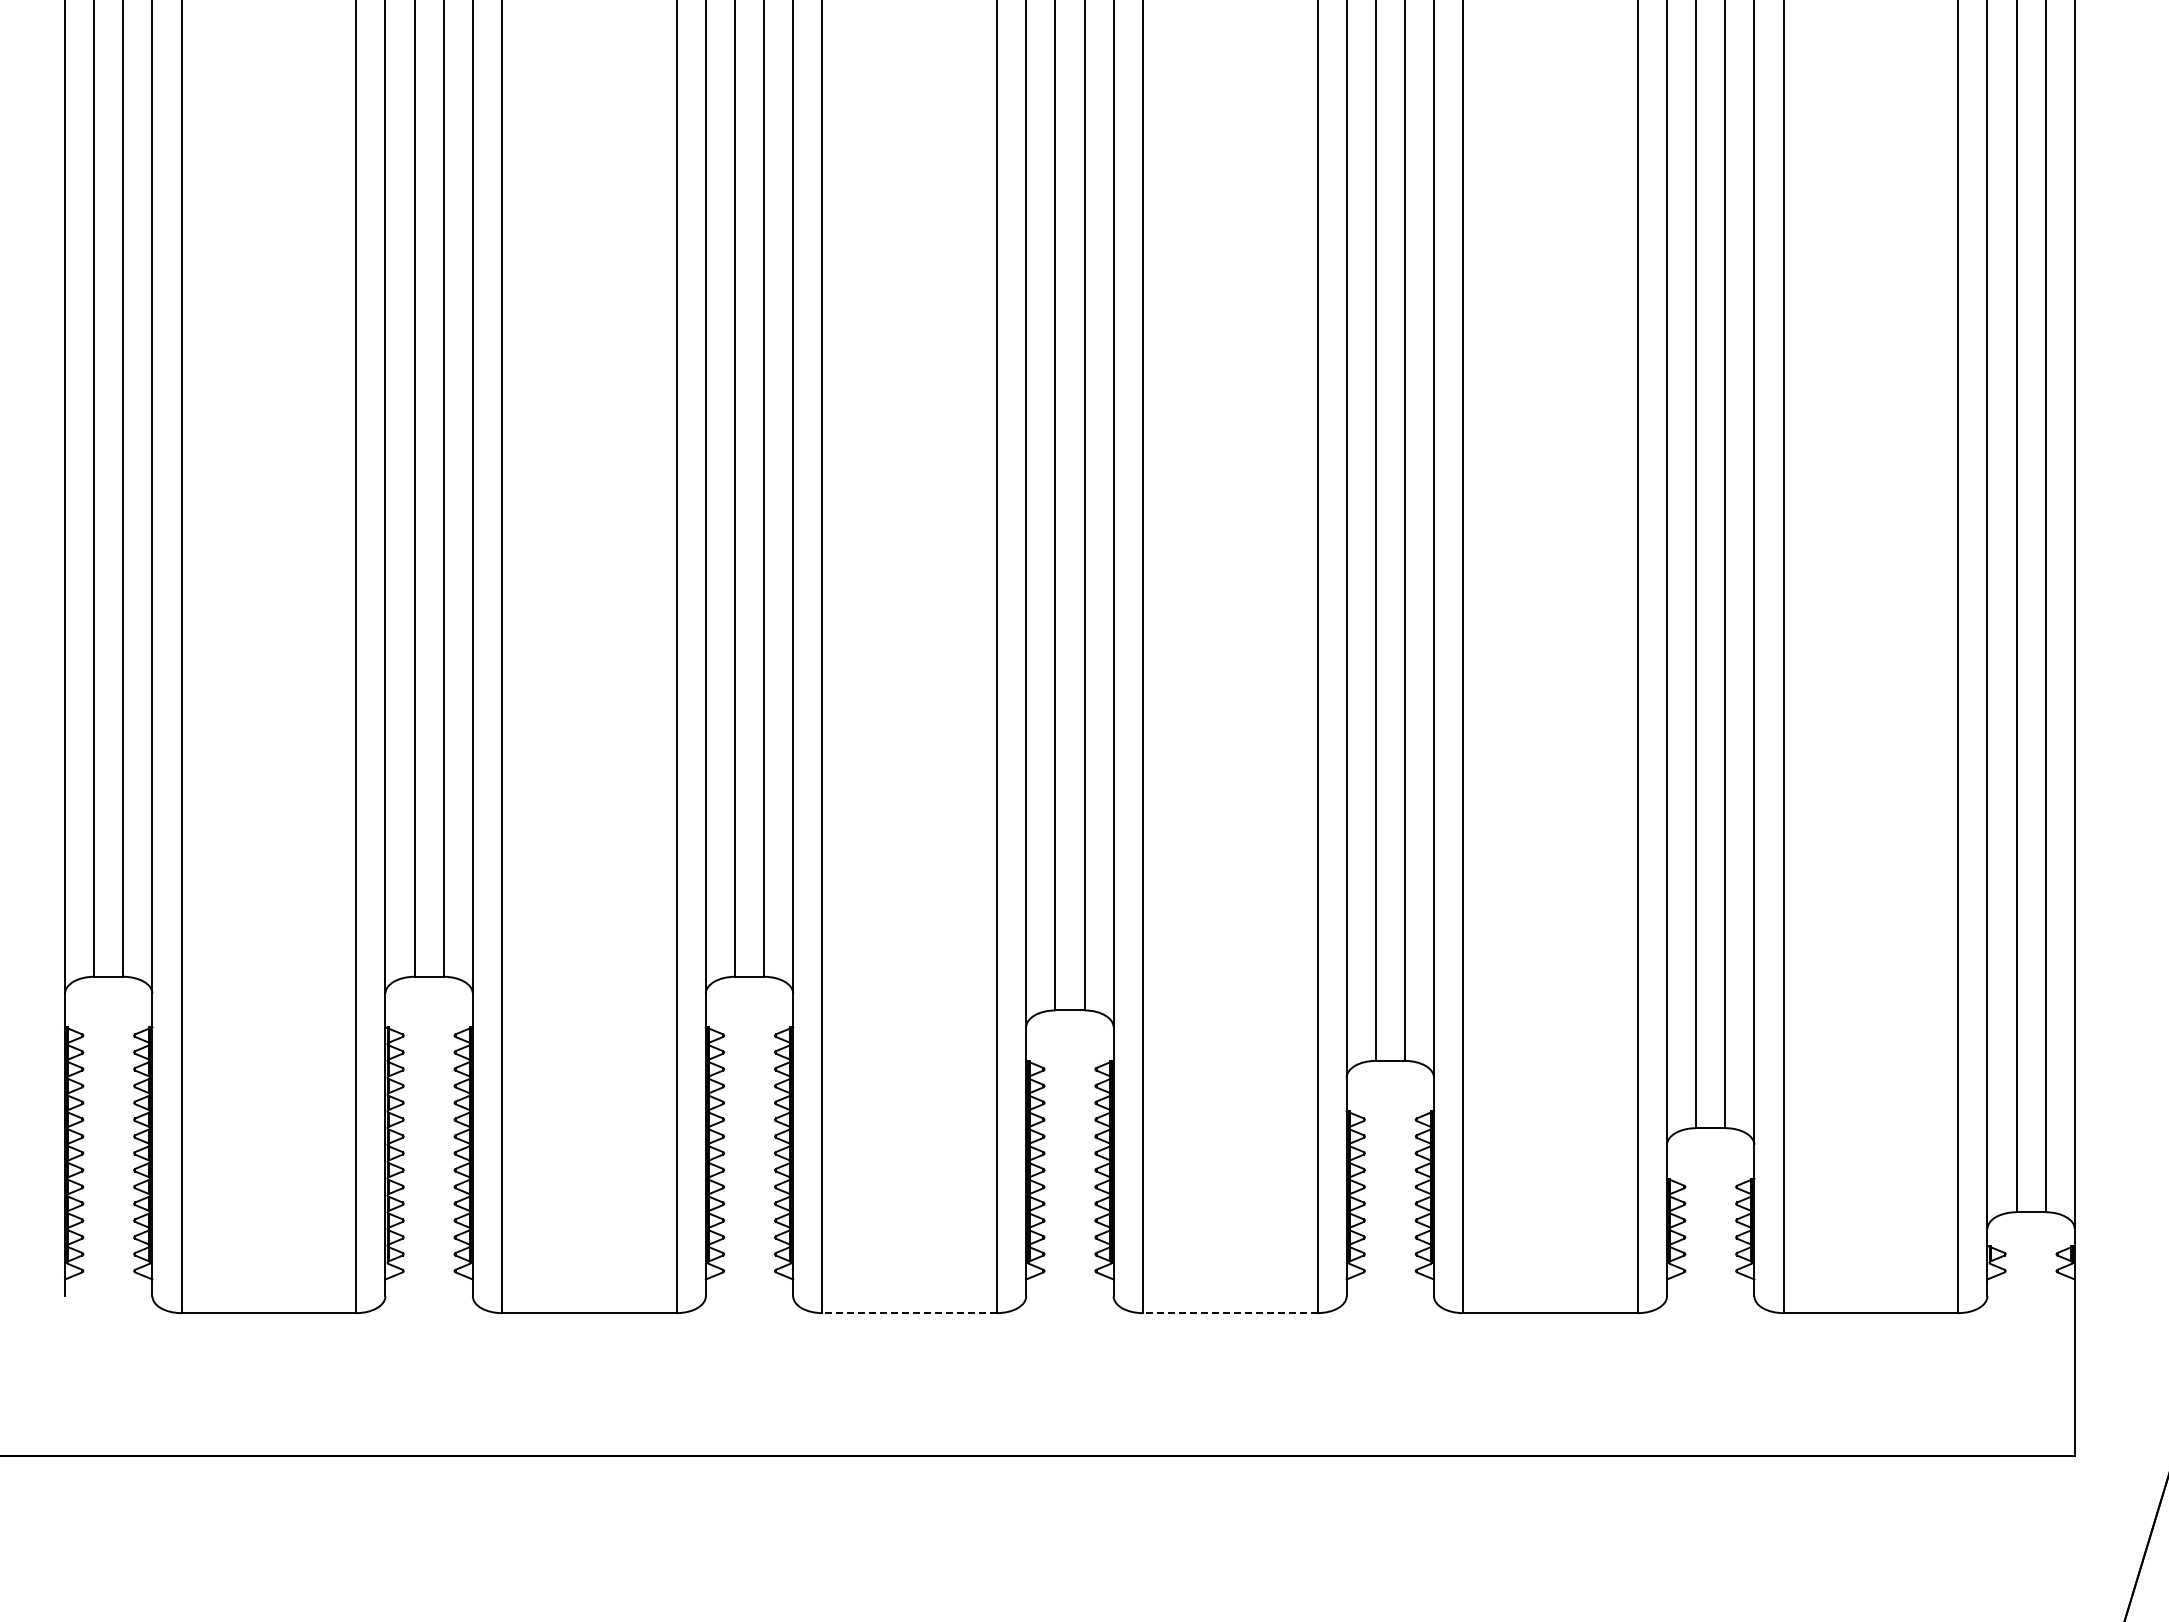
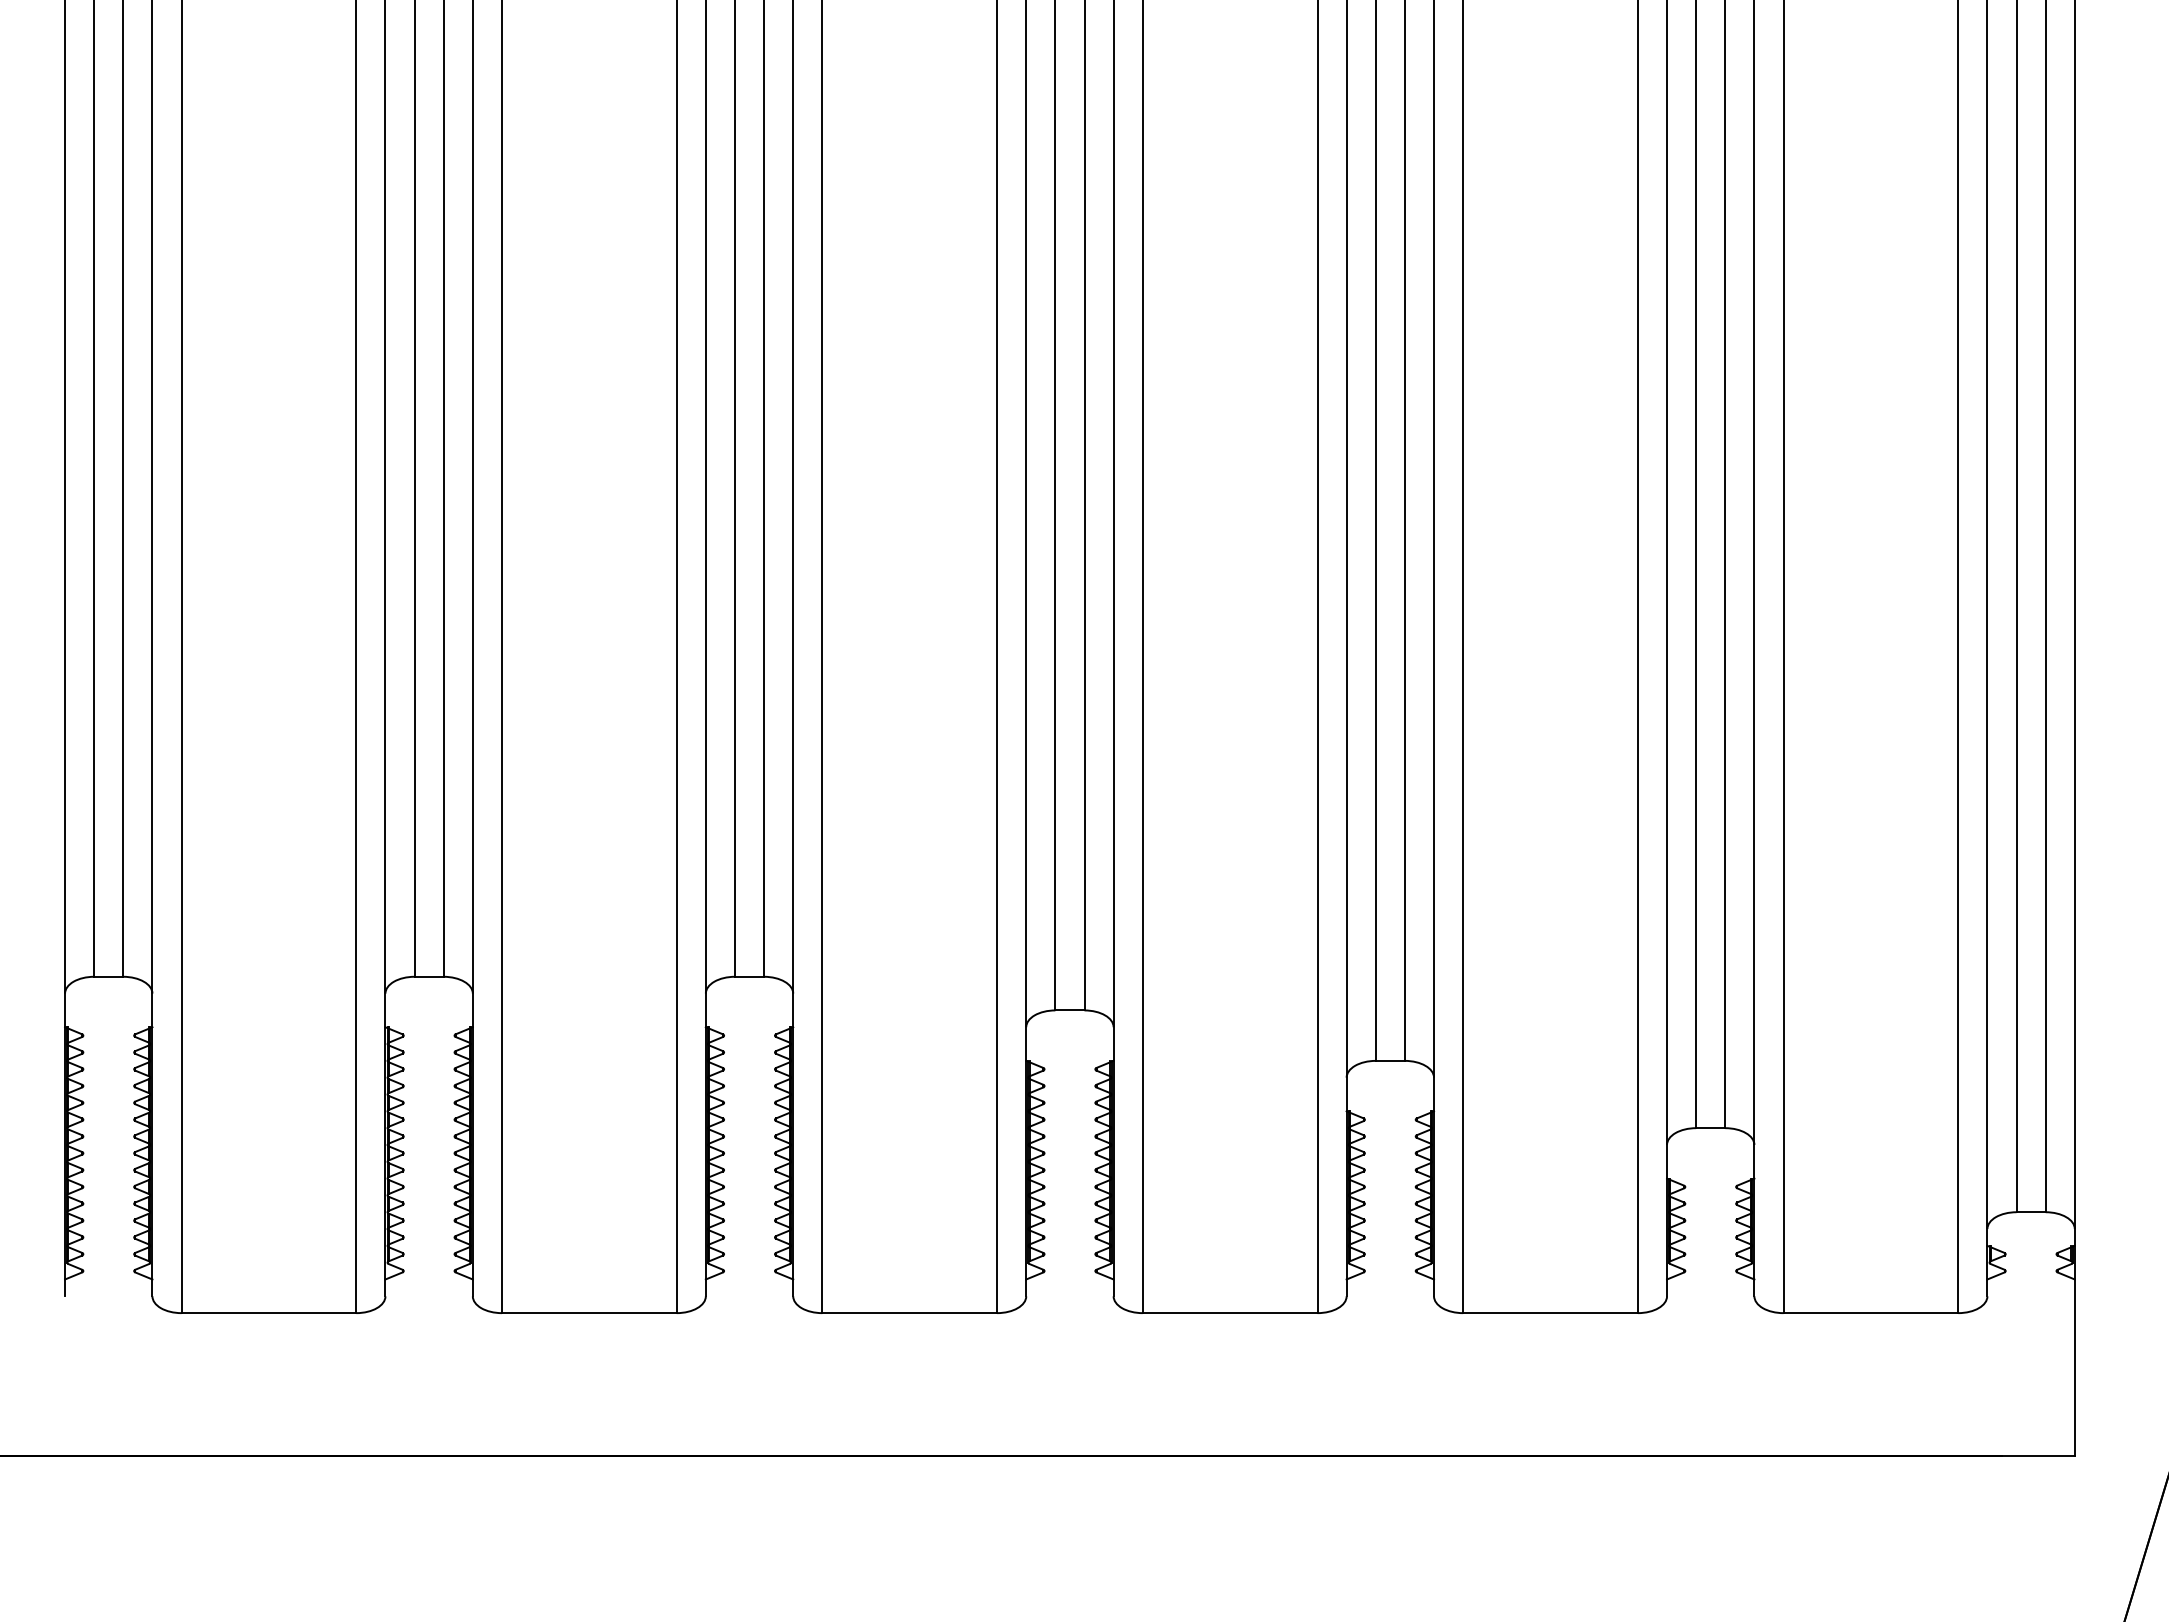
line at (909, 1313): dashed -> solid
line at (1229, 1313): dashed -> solid
